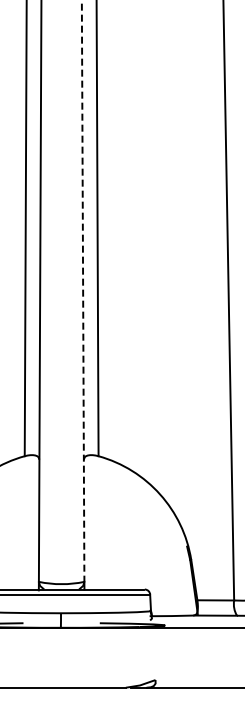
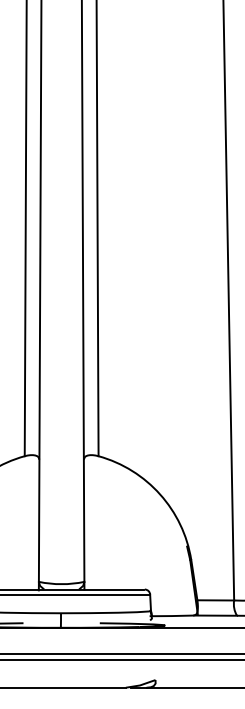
line at (83, 291): dashed -> solid
line at (121, 654): none -> present
line at (121, 659): none -> present
